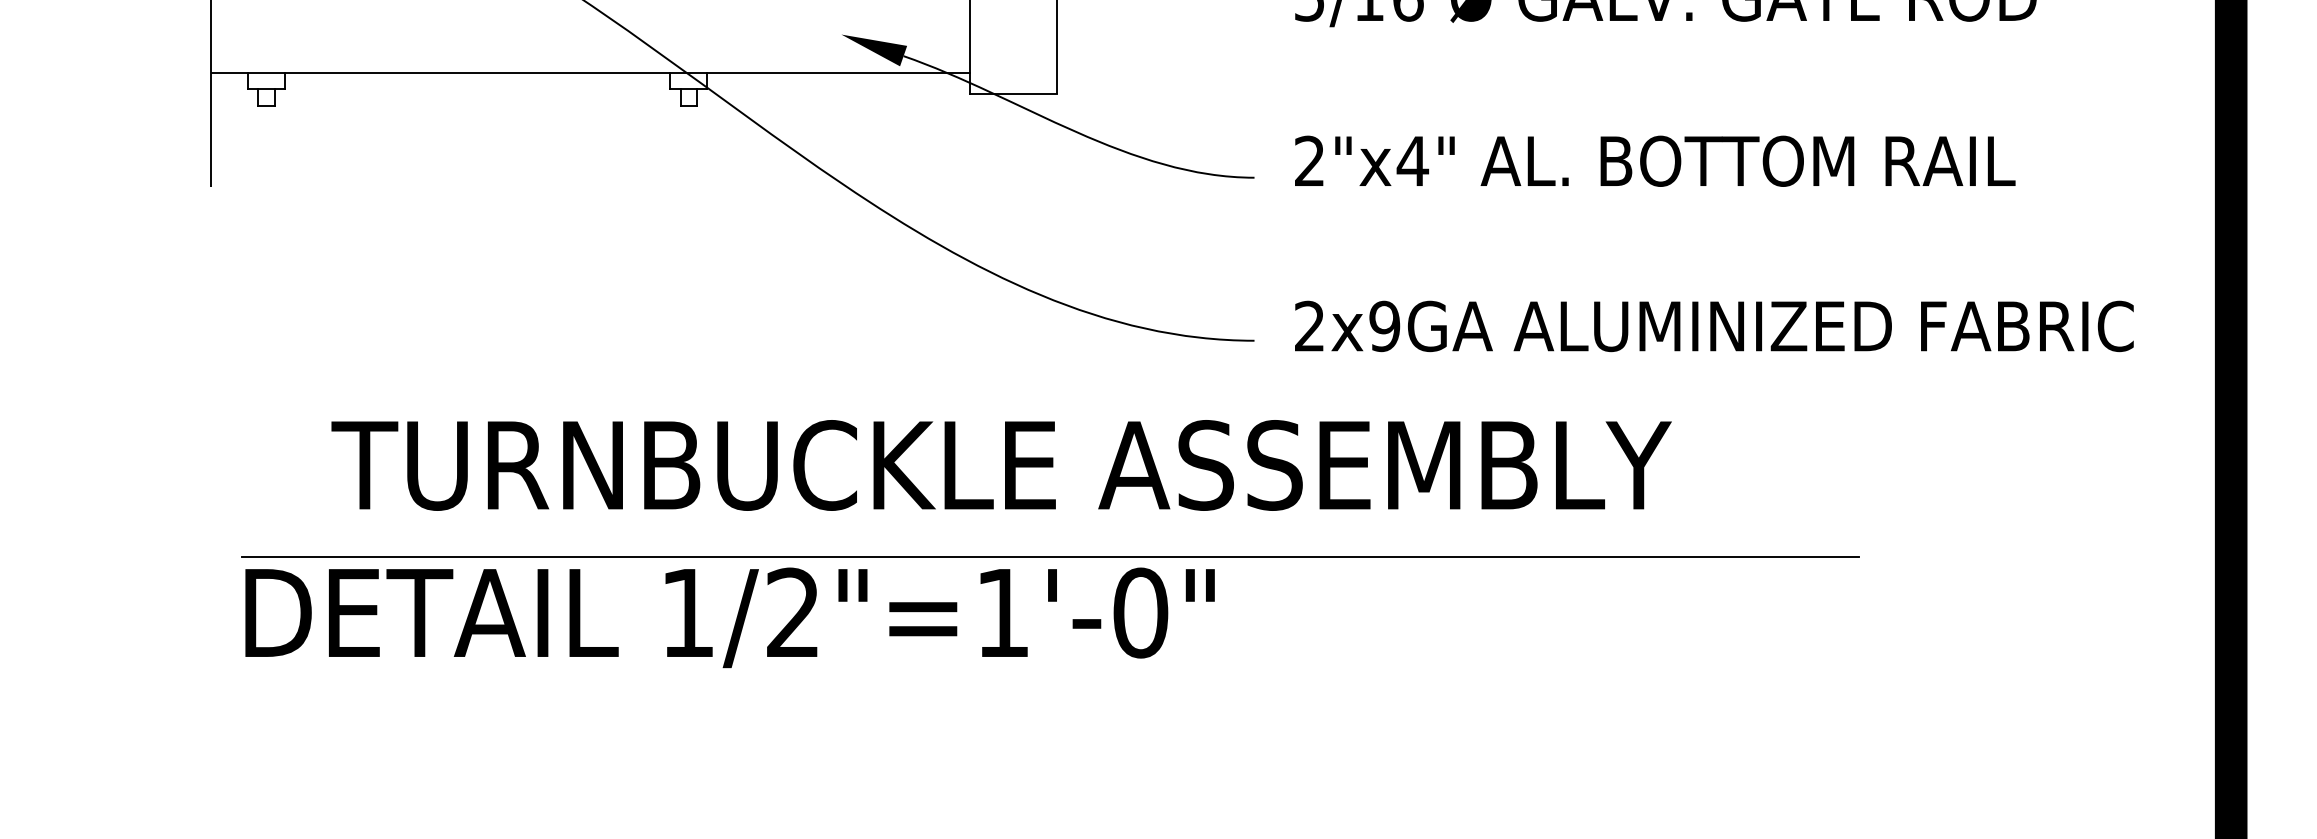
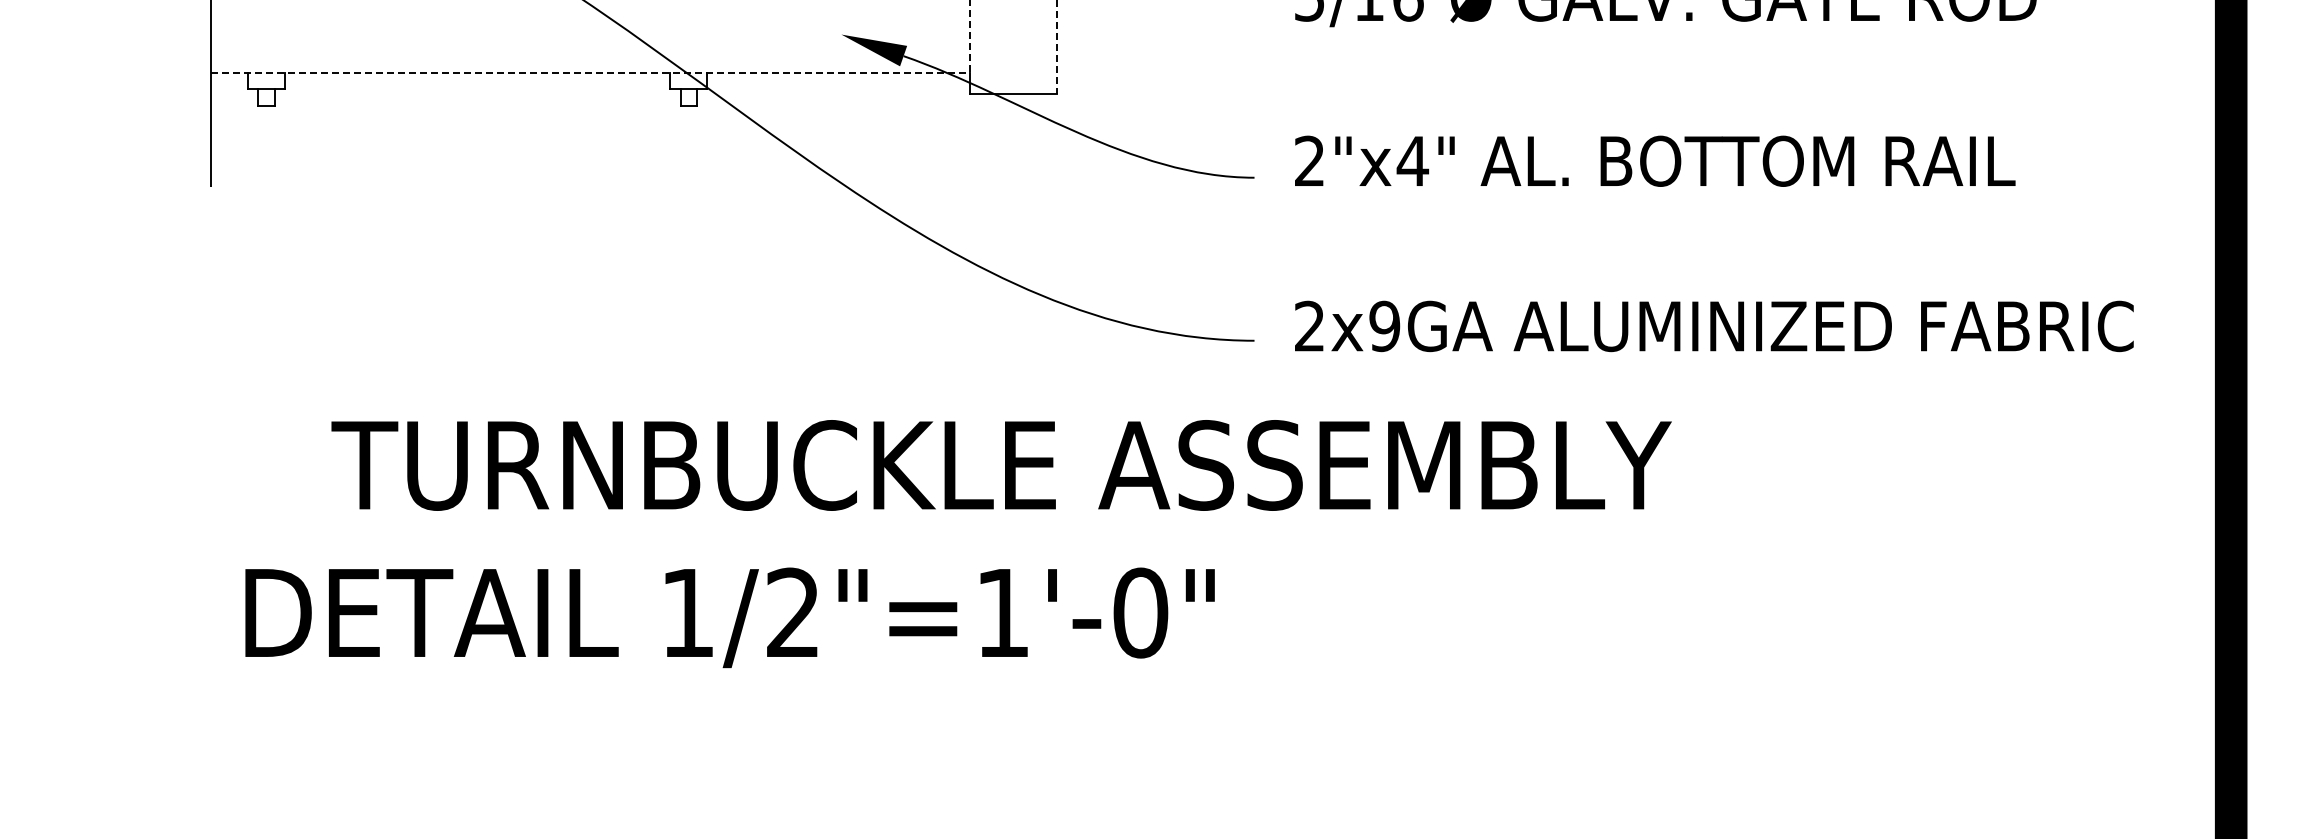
line at (1057, 47): solid -> dashed
line at (626, 72): solid -> dashed
line at (1050, 556): present -> none
